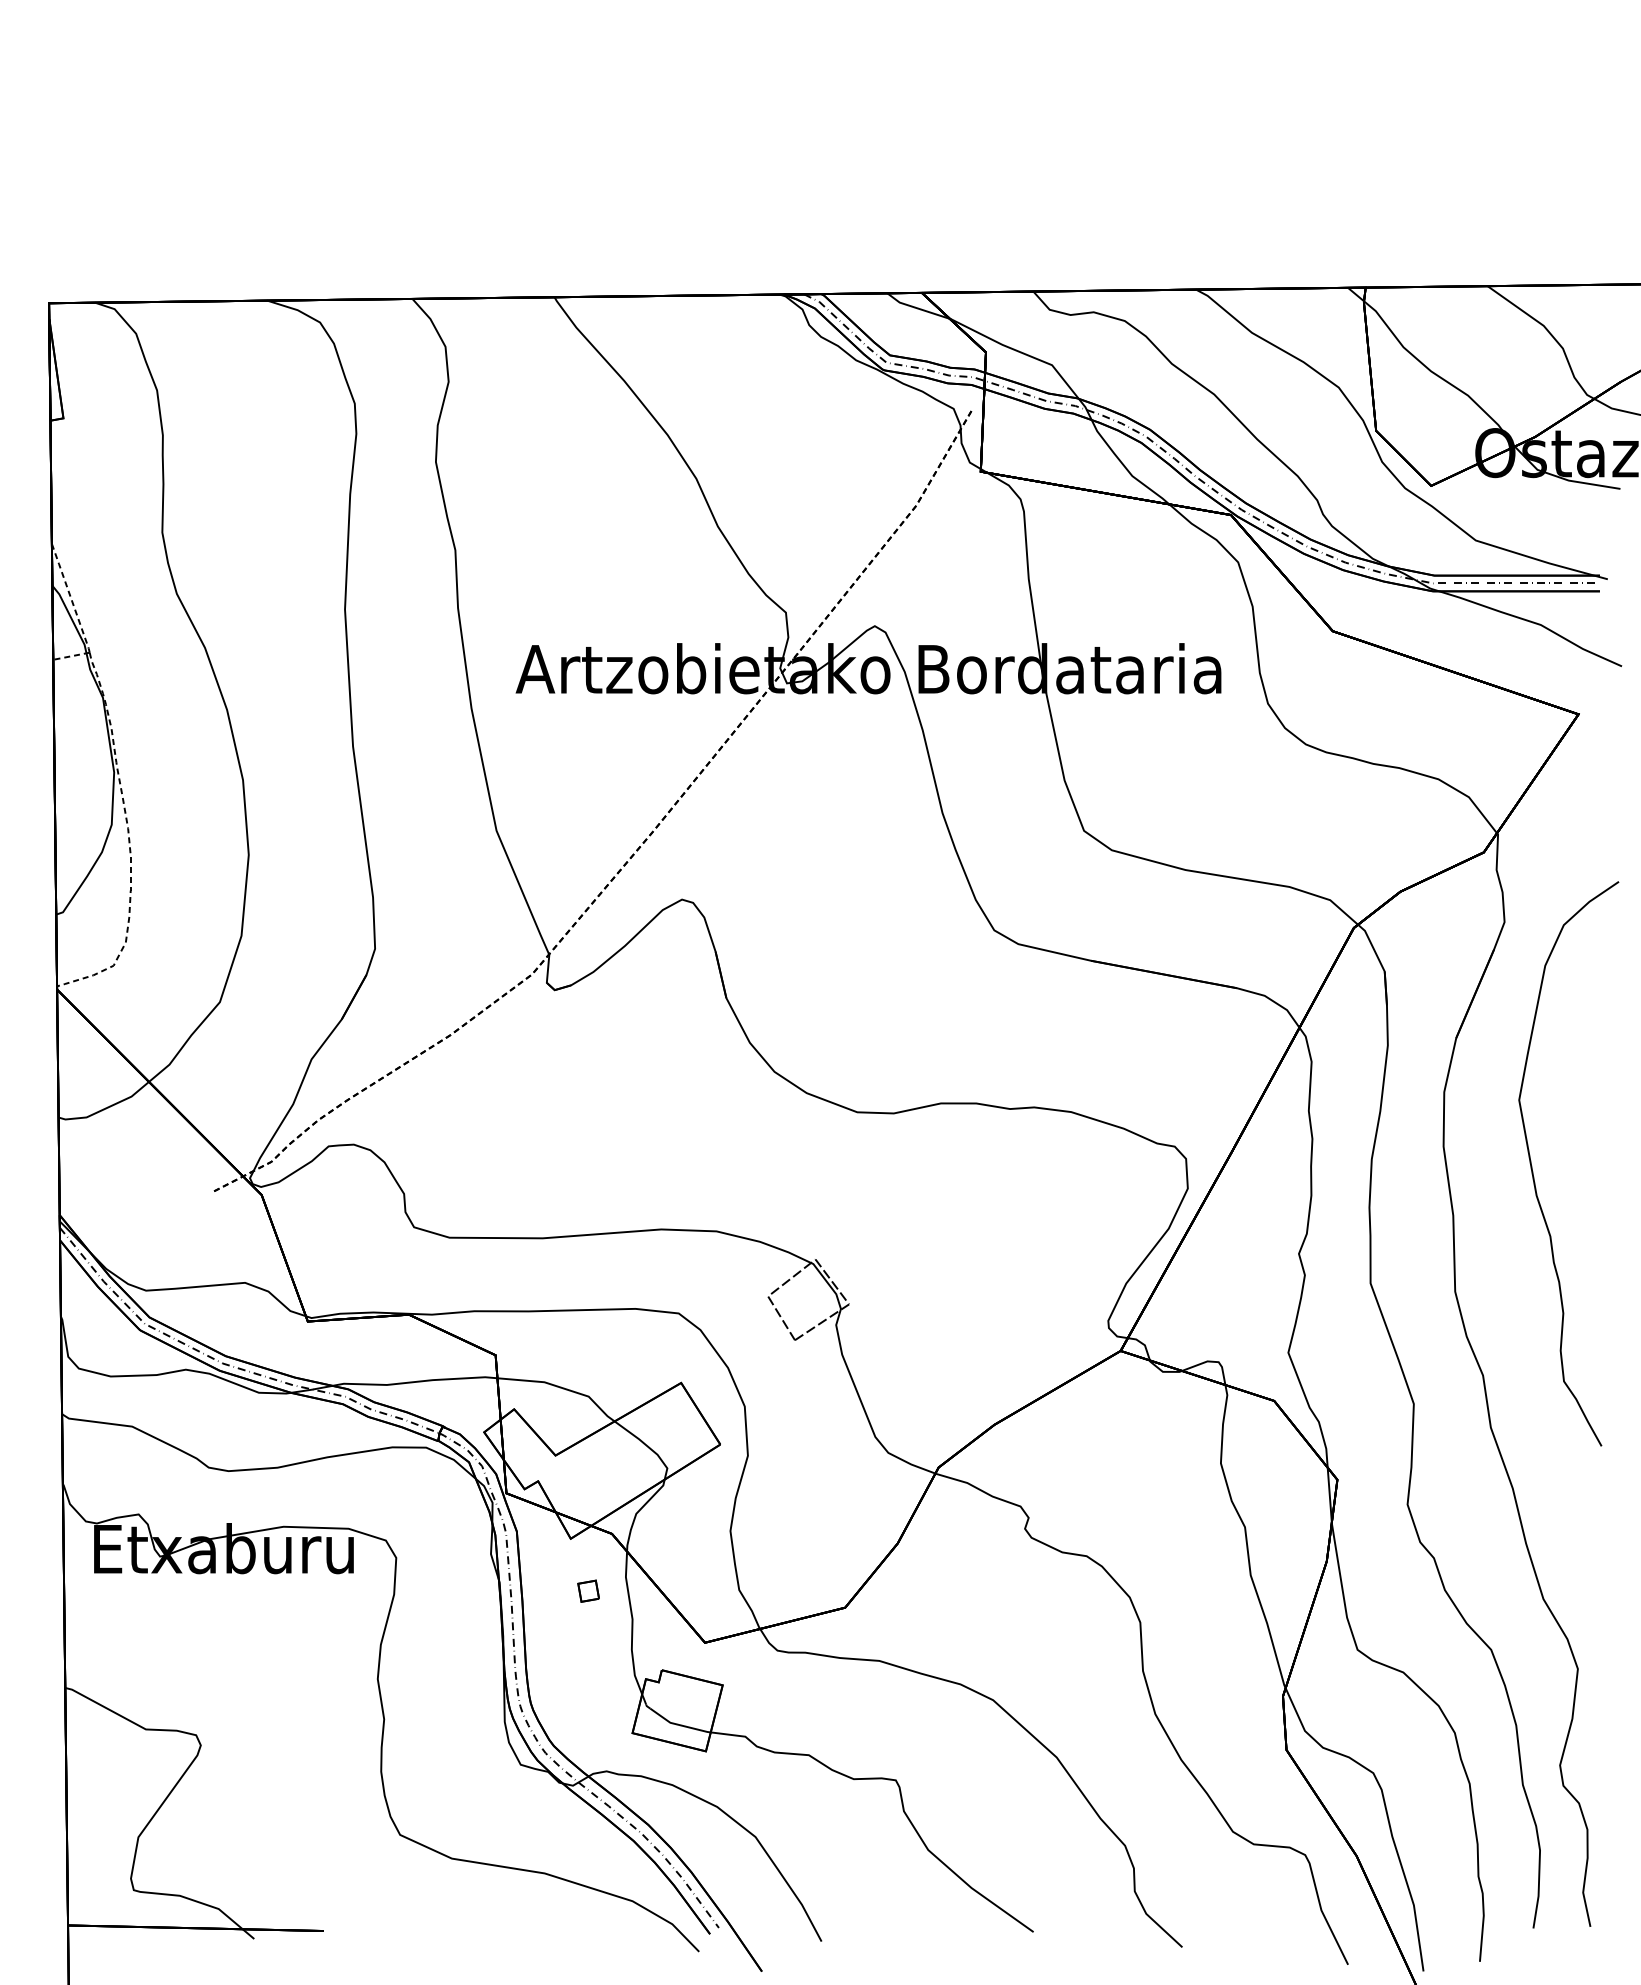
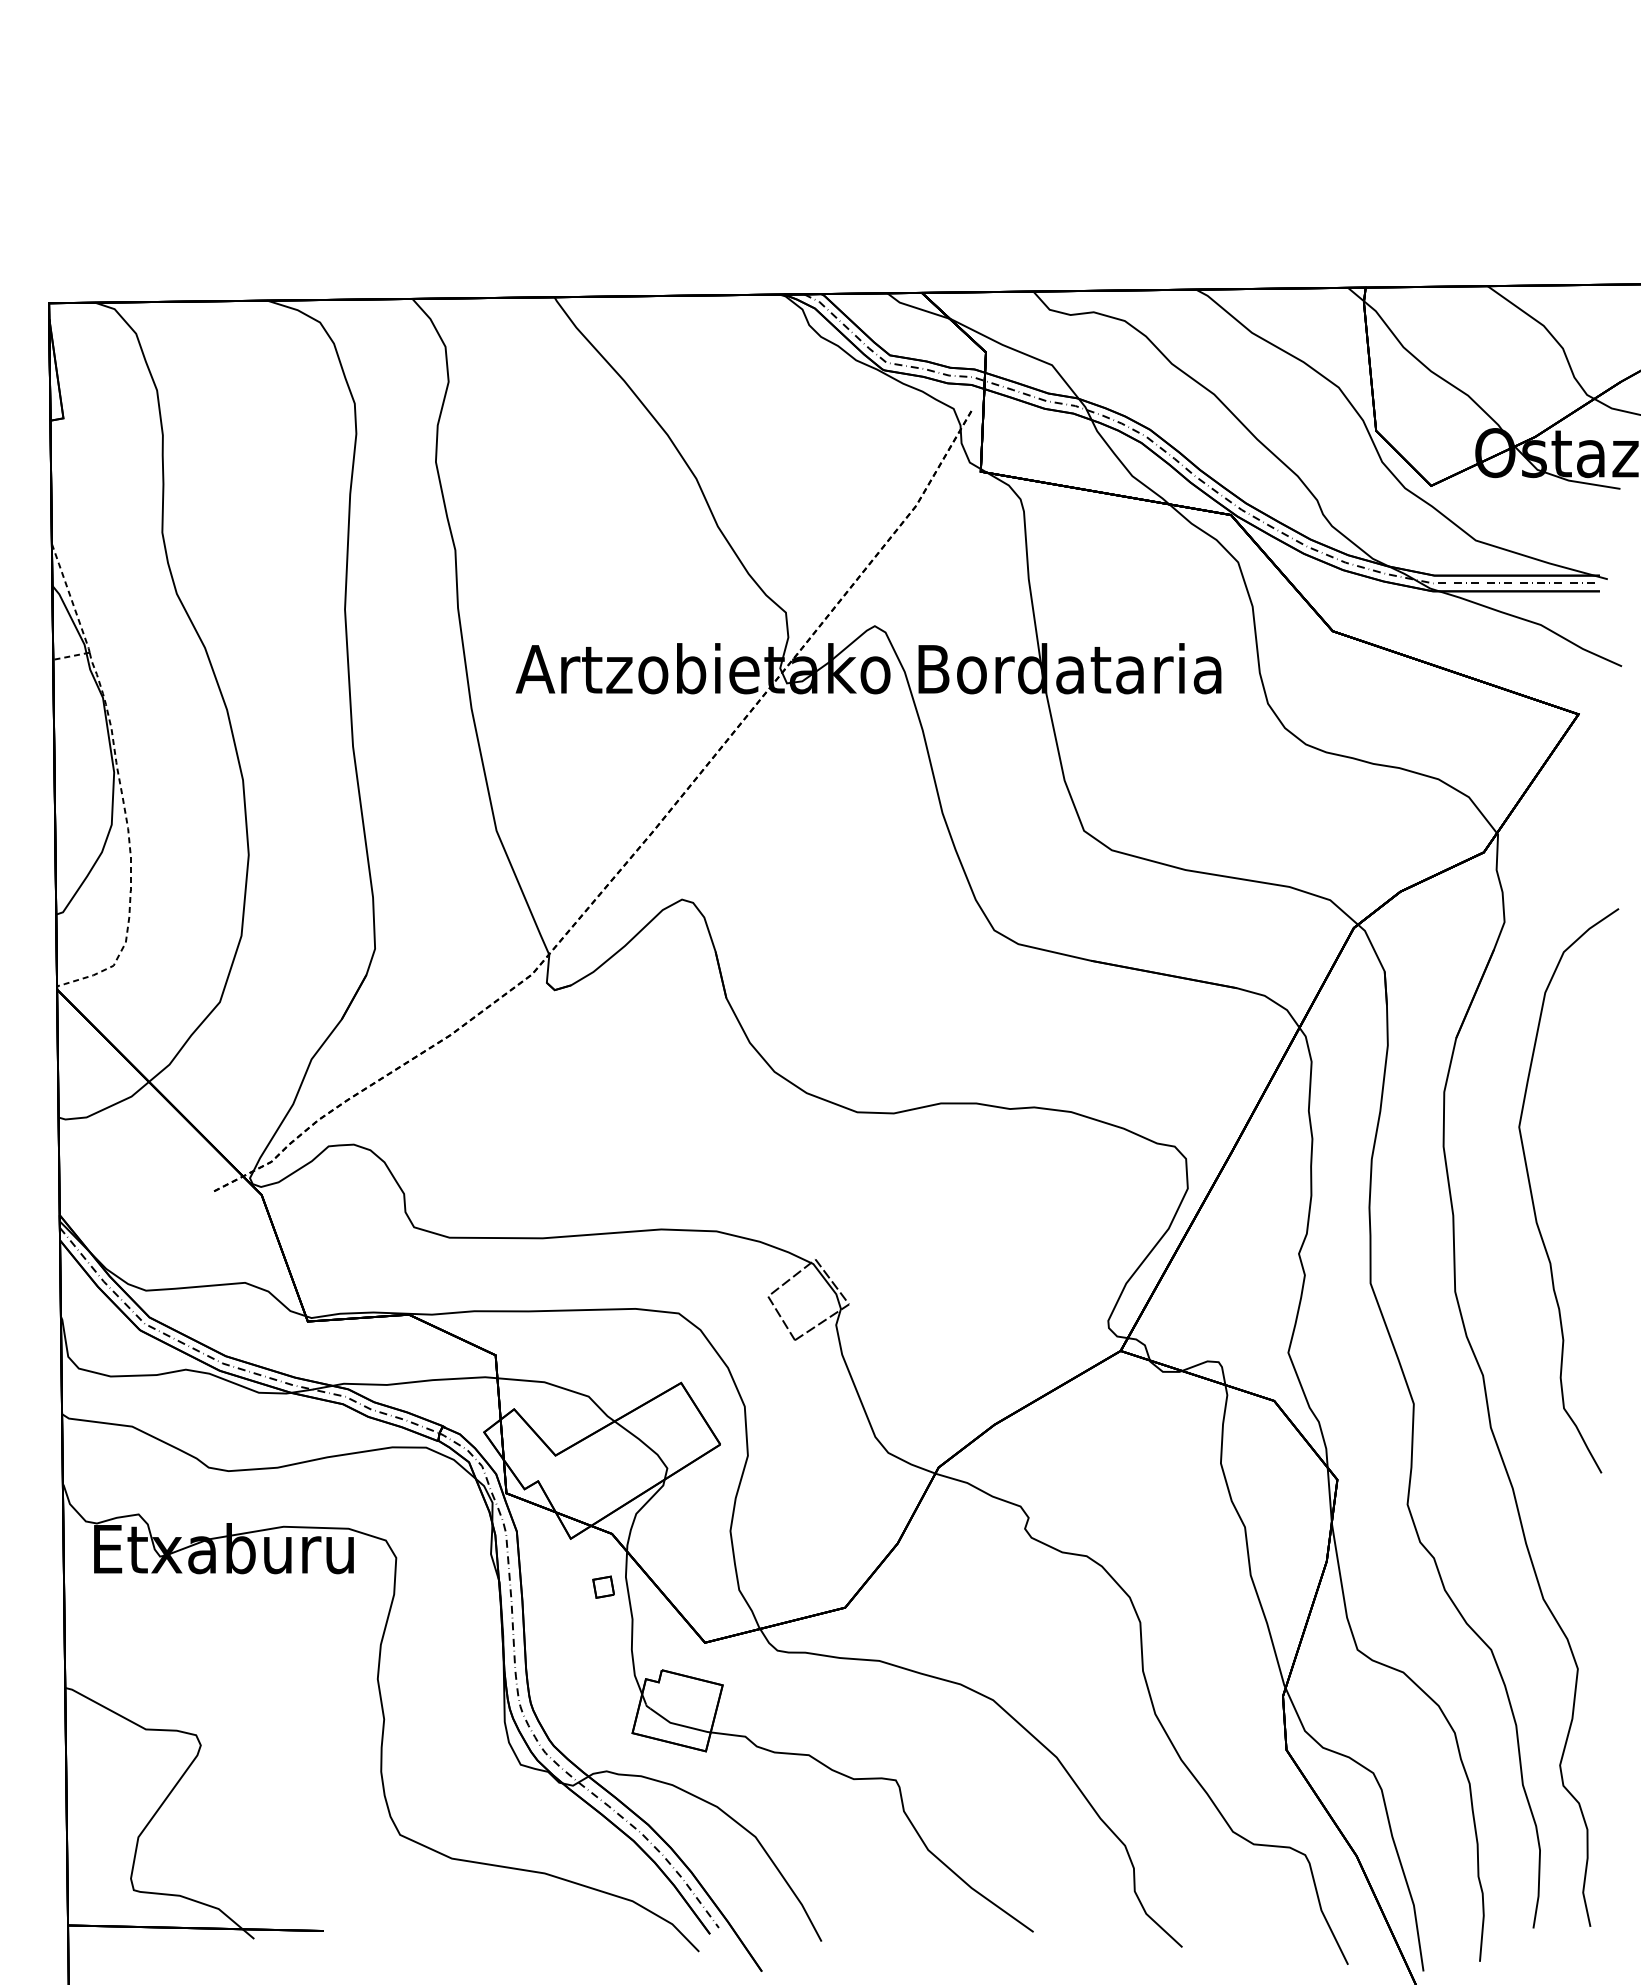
curve at (1533, 1171) position: (1533, 1171) -> (1533, 1198)
part at (588, 1590) position: (588, 1590) -> (603, 1586)
